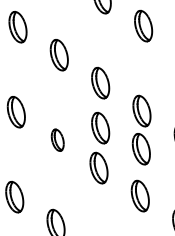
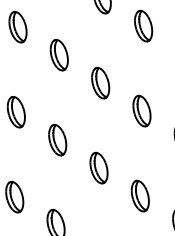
part at (100, 128): present -> none
part at (57, 139) size: 15x24 px -> 20x33 px
part at (140, 149): present -> none
